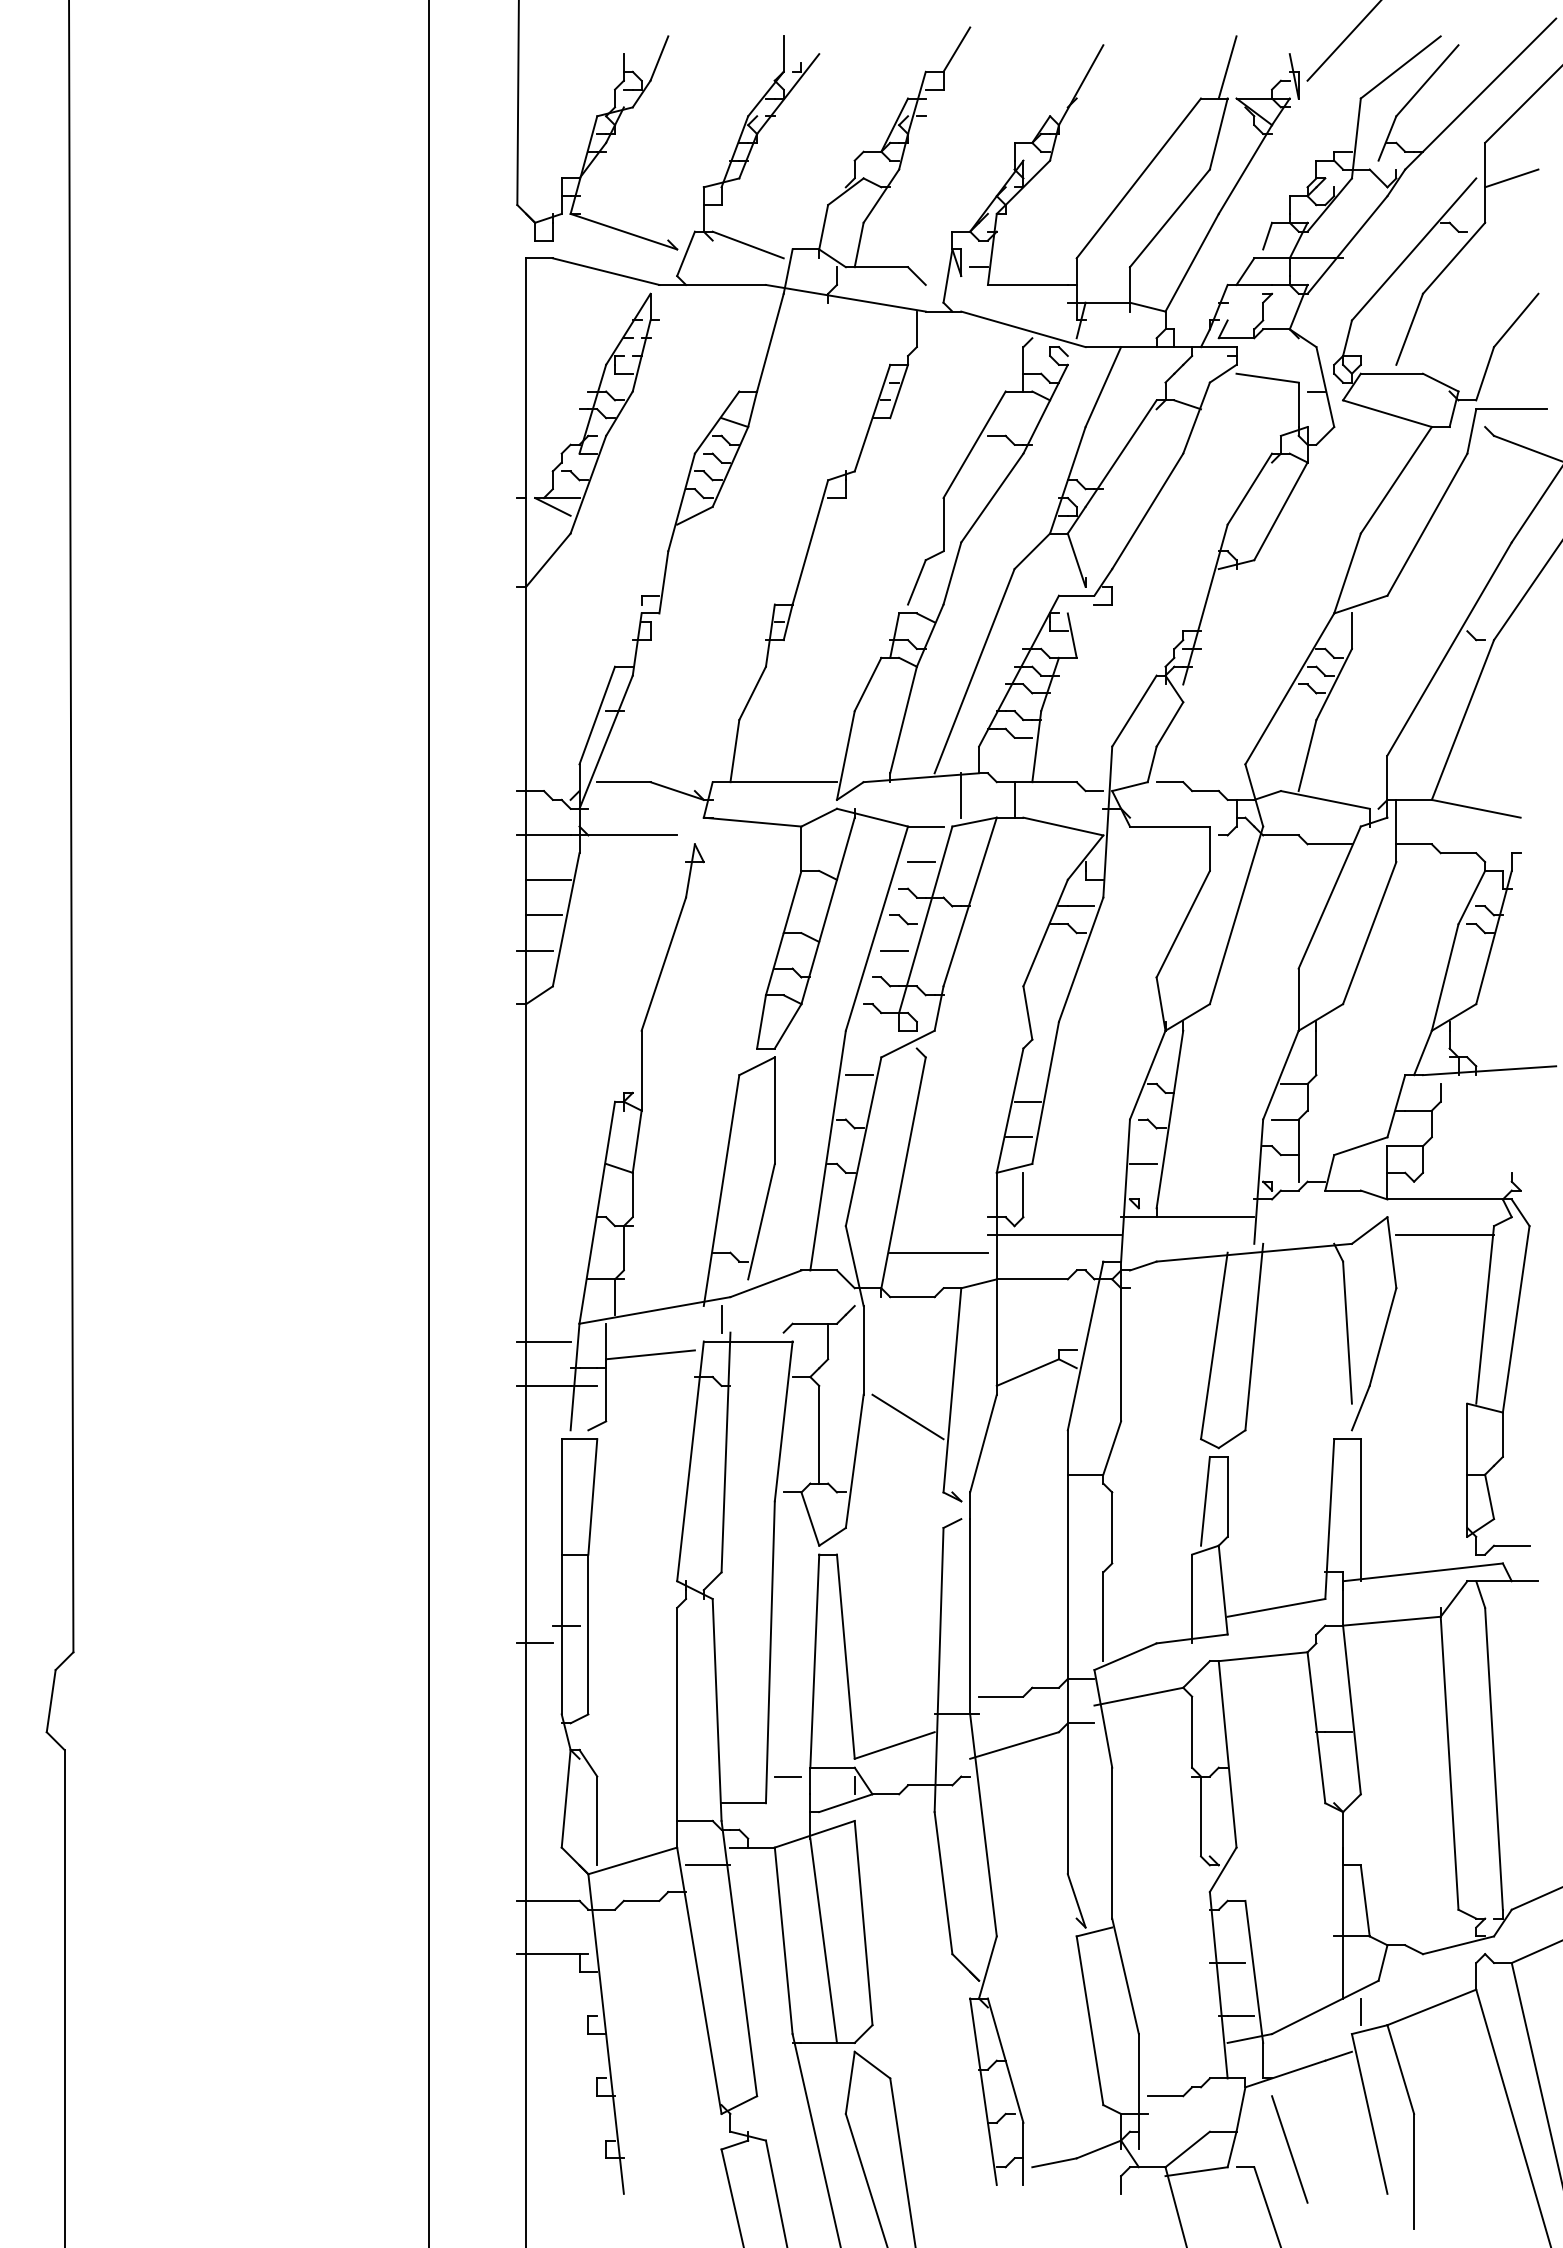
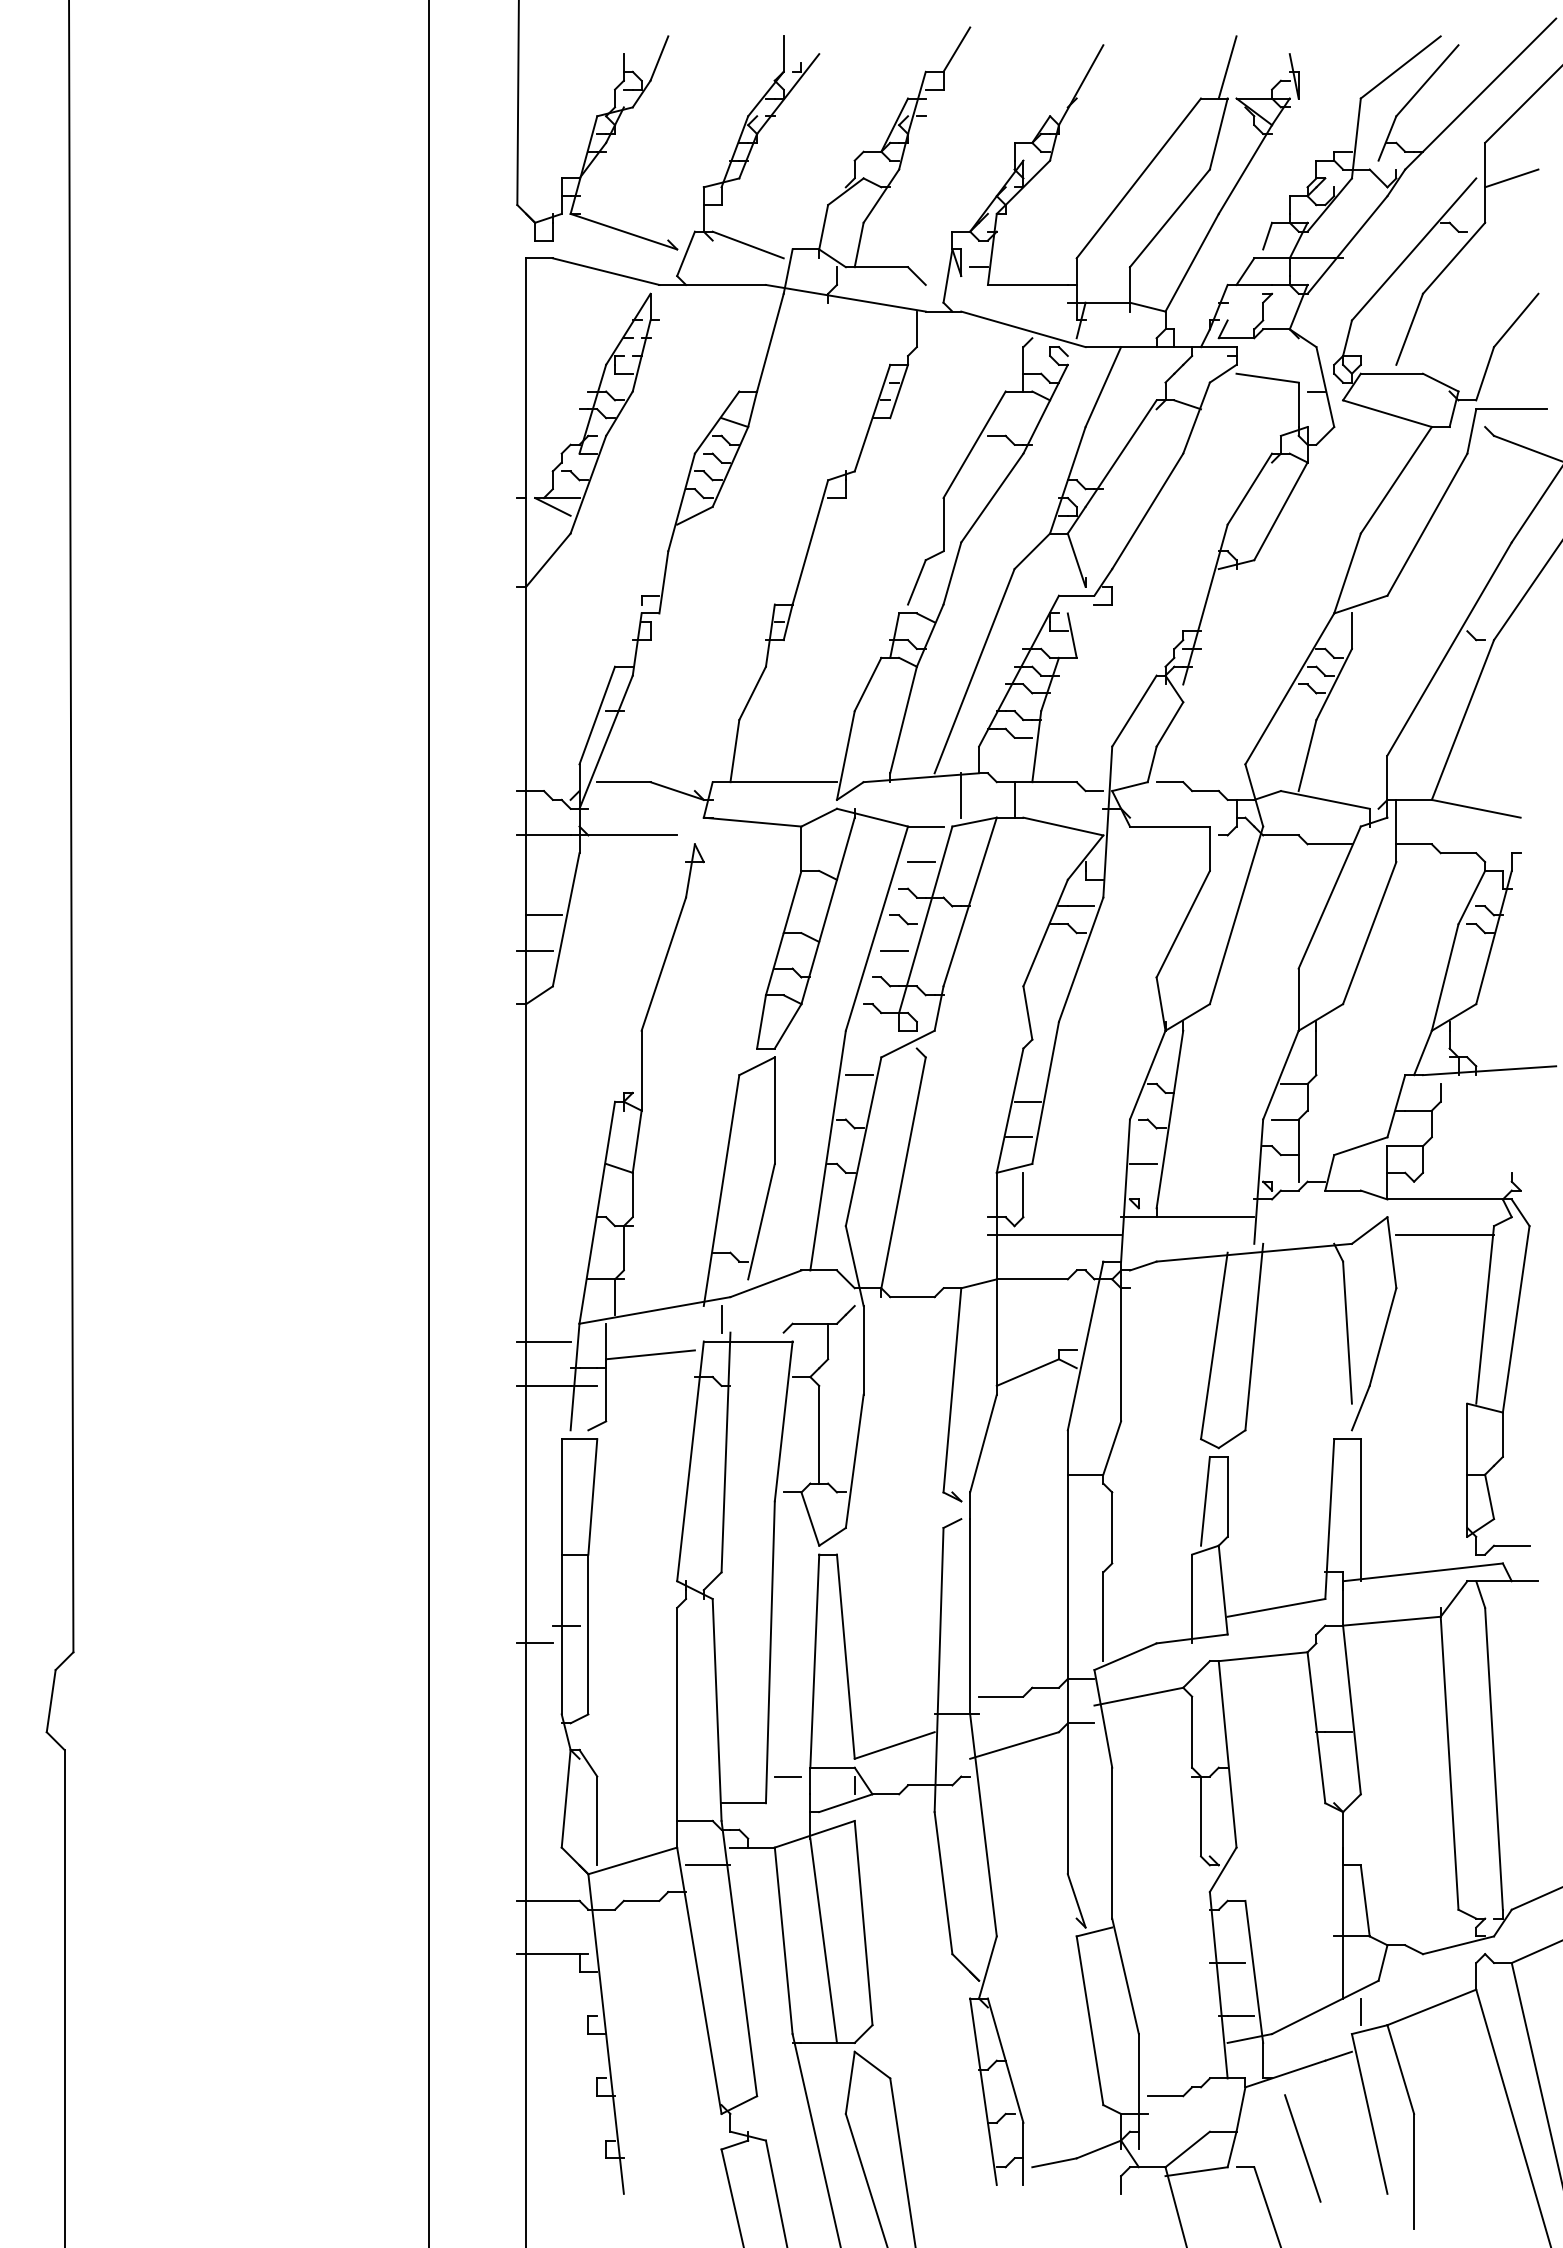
line at (1343, 41): present -> none
line at (548, 879): present -> none
line at (938, 1252): present -> none
line at (907, 1416): present -> none
line at (1289, 2149) position: (1289, 2149) -> (1302, 2148)
